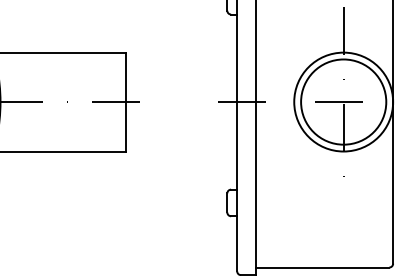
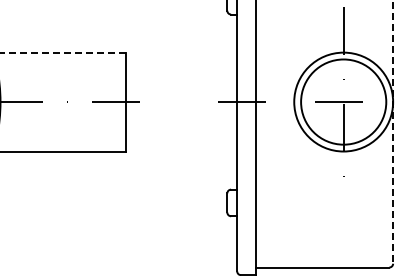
line at (63, 52): solid -> dashed
line at (393, 131): solid -> dashed
